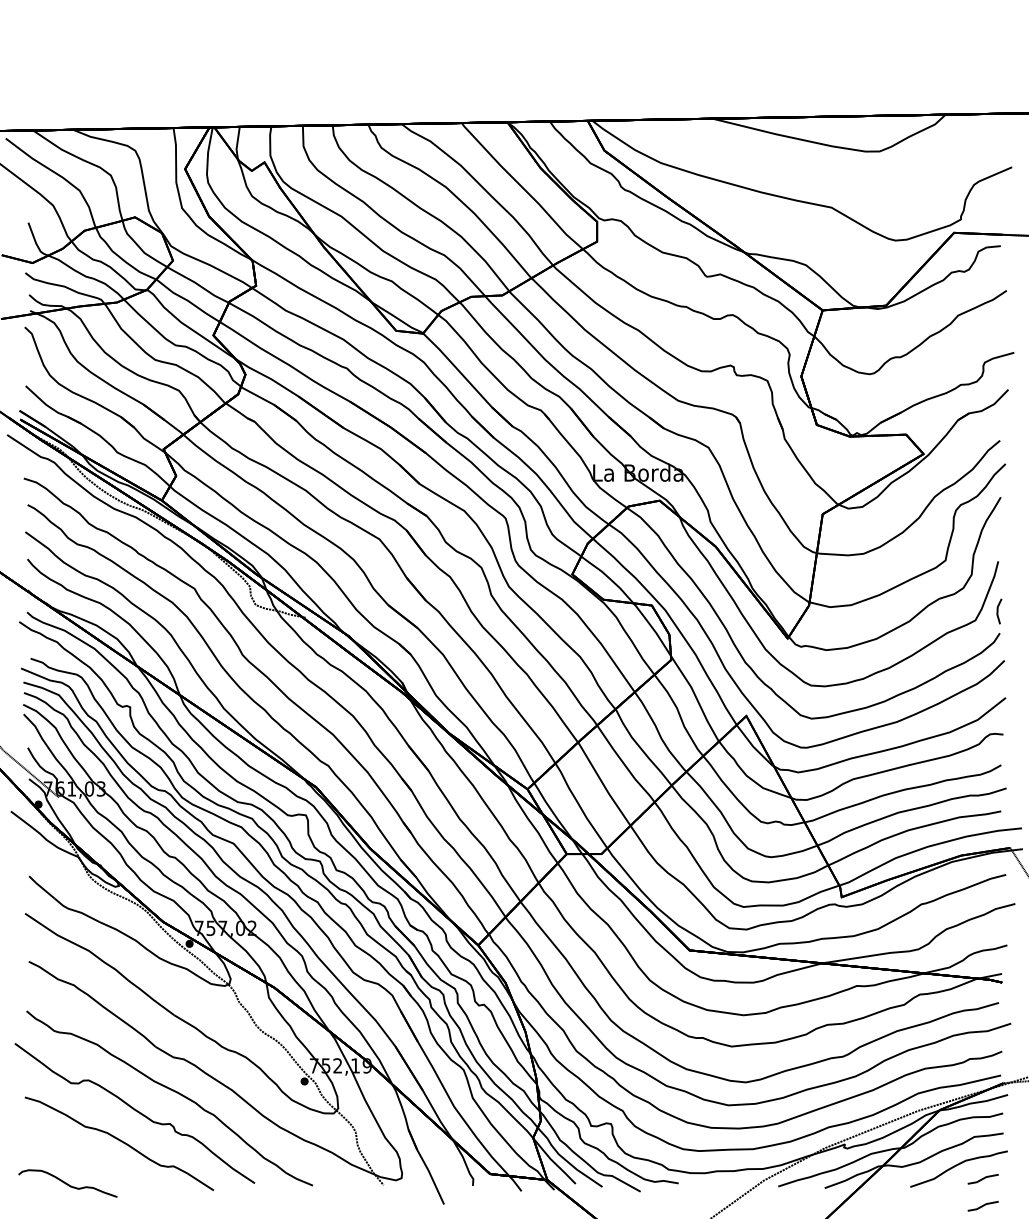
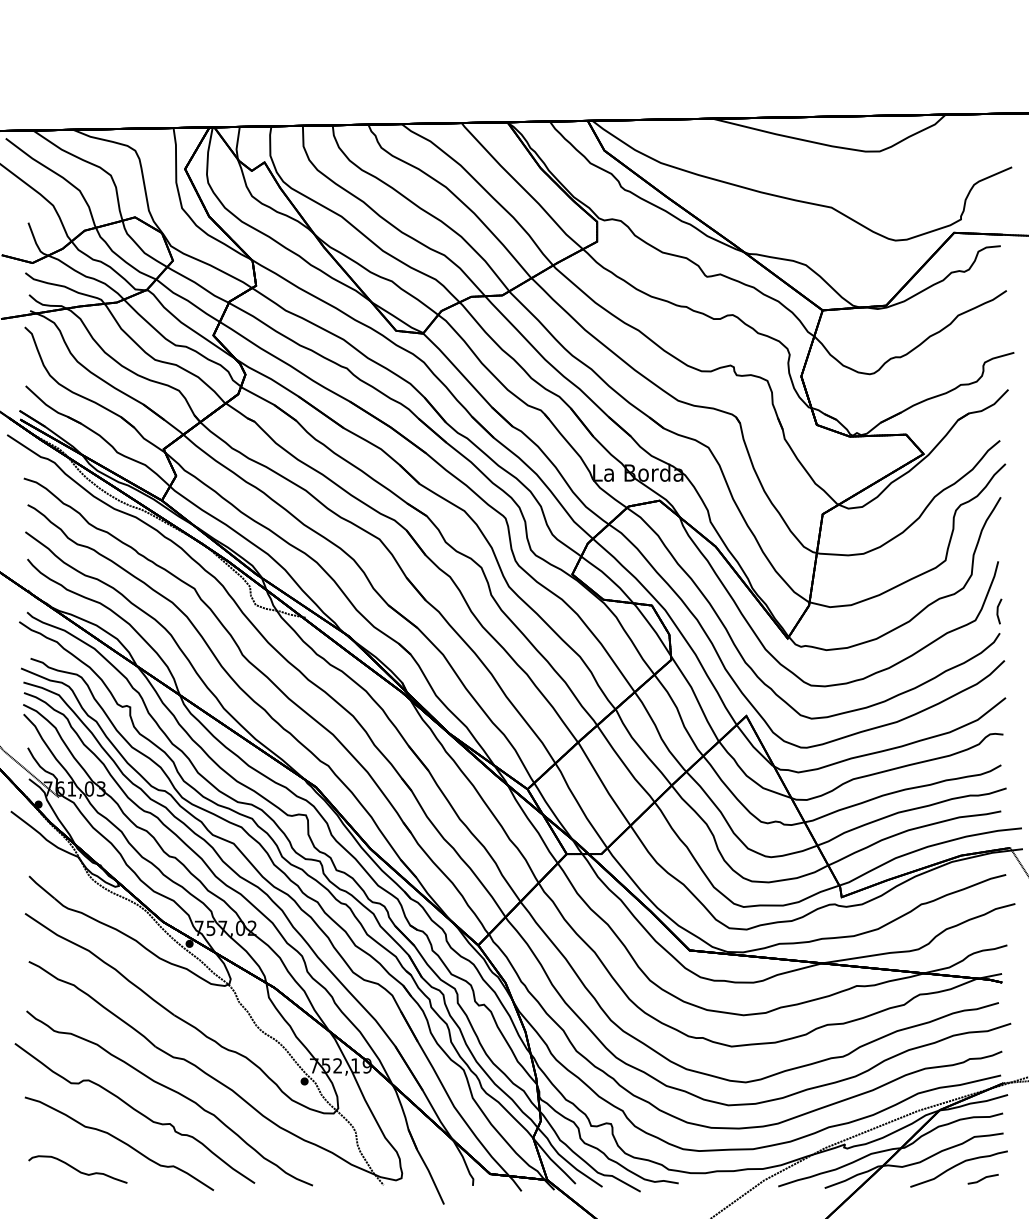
curve at (67, 1183) position: (67, 1183) -> (77, 1169)
line at (982, 1206): present -> none
